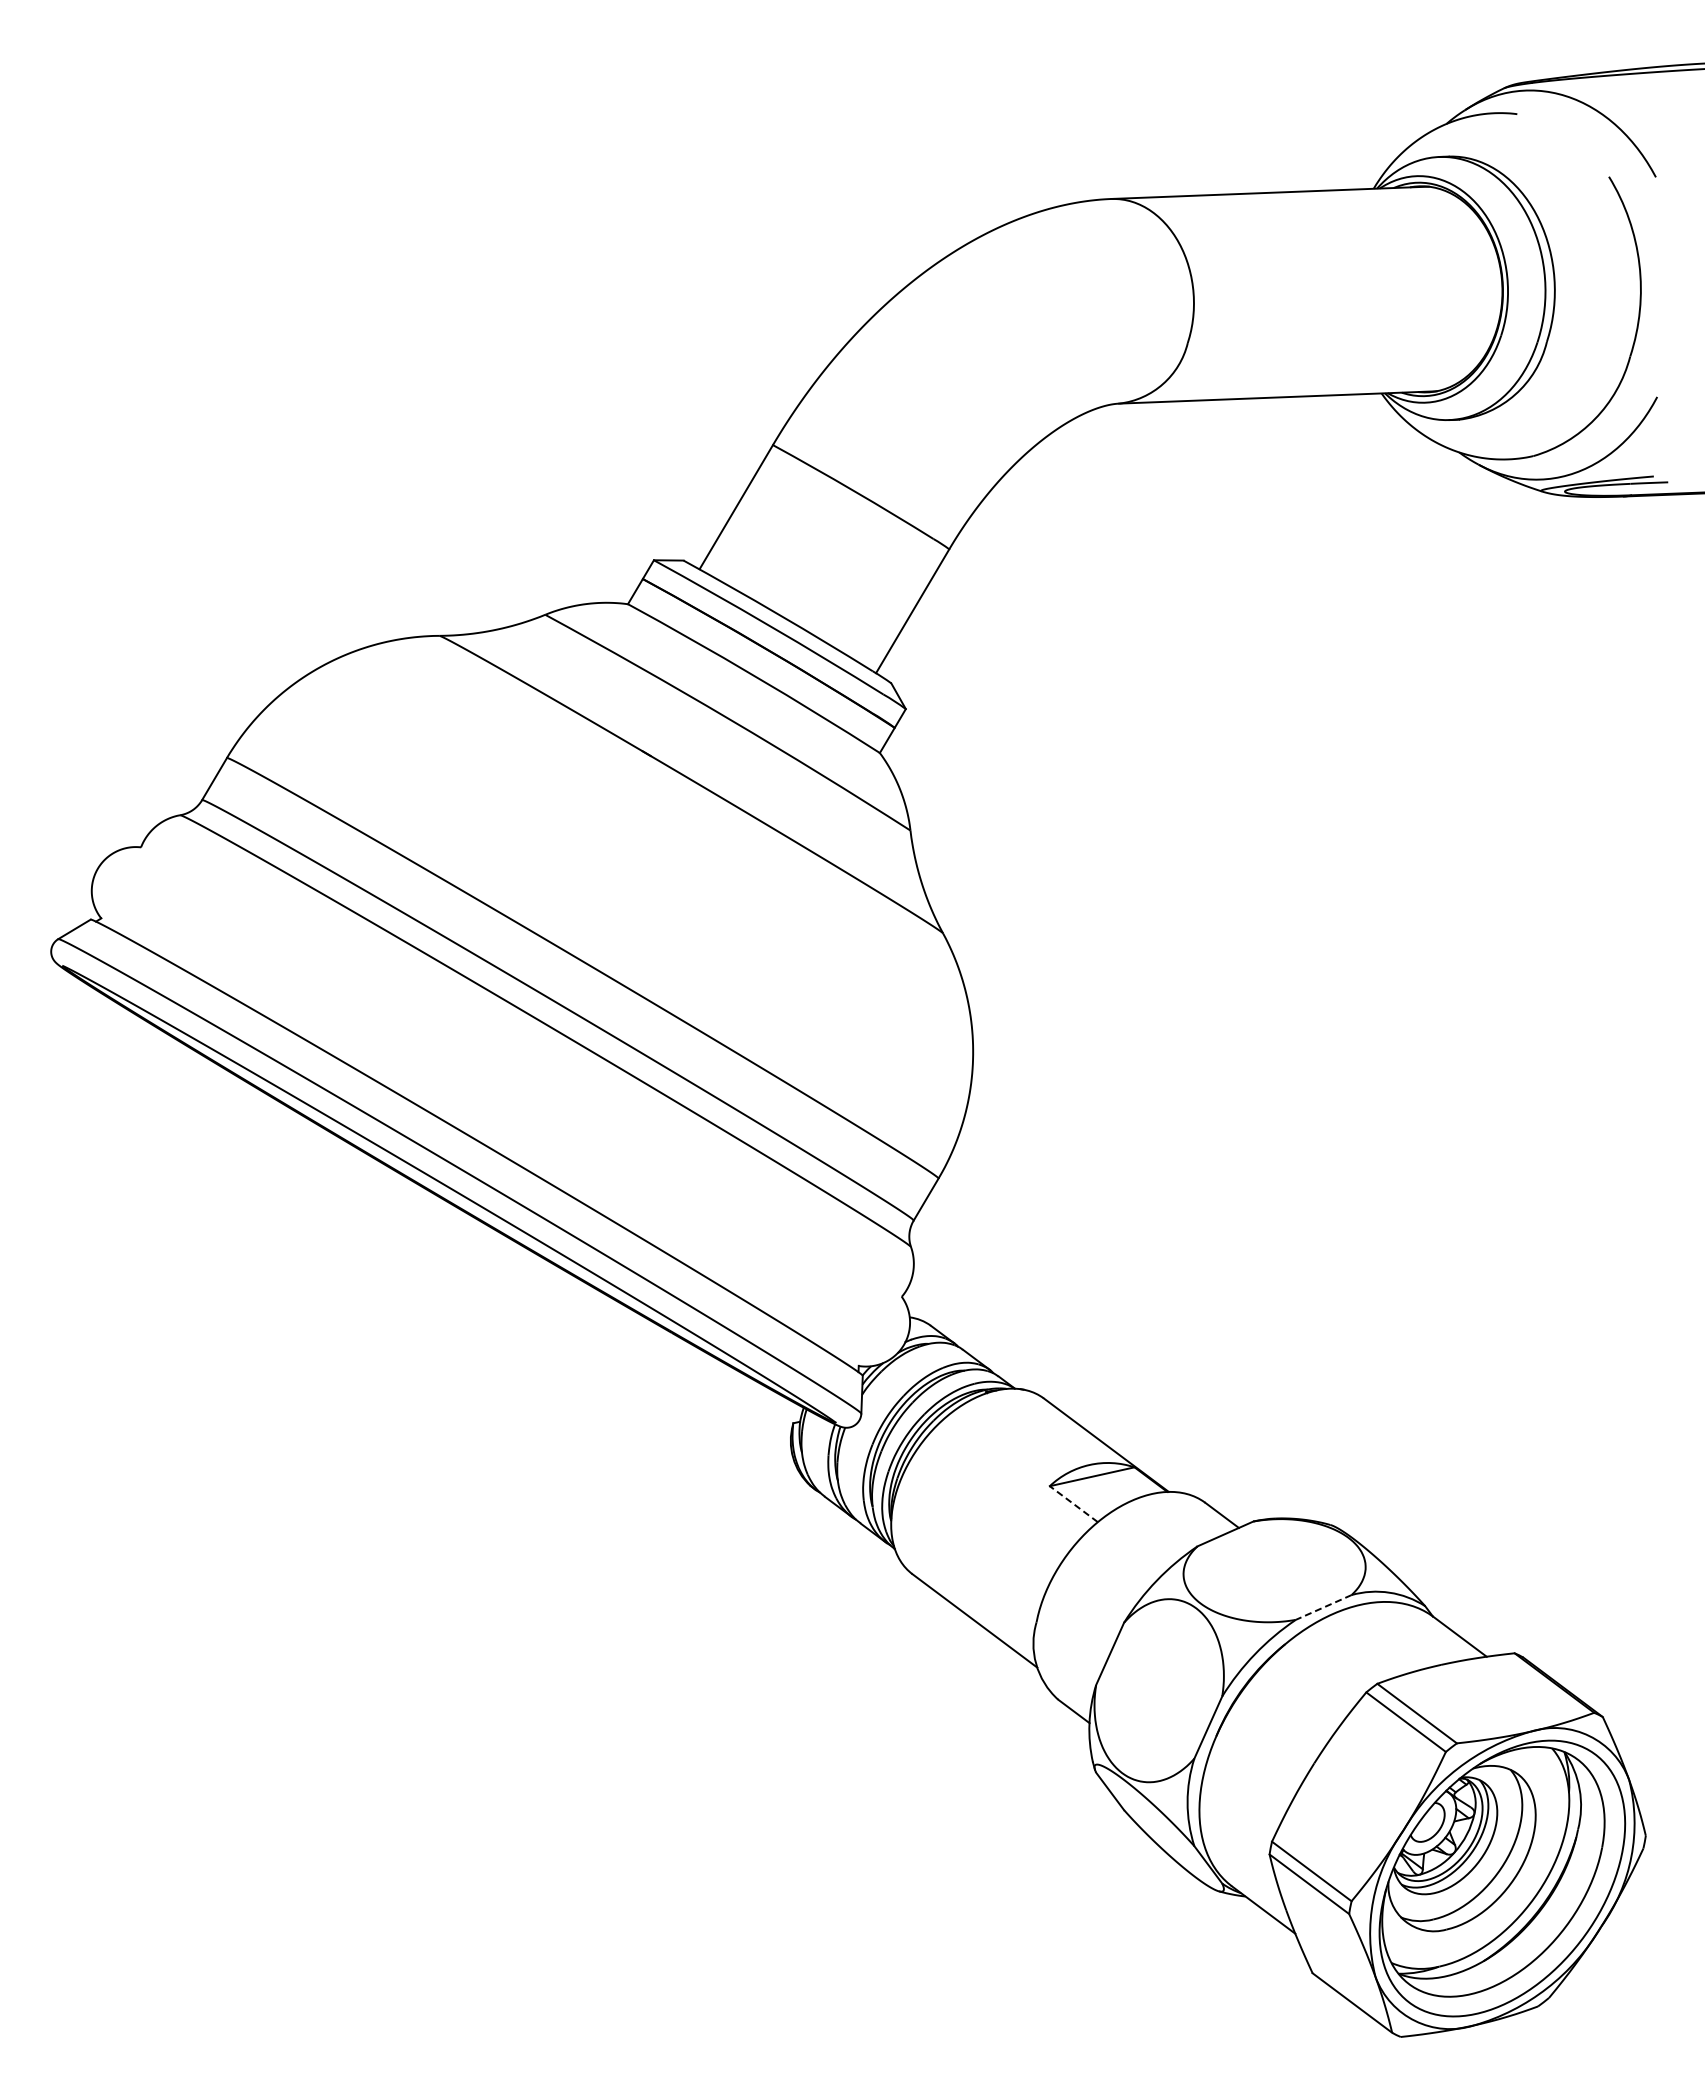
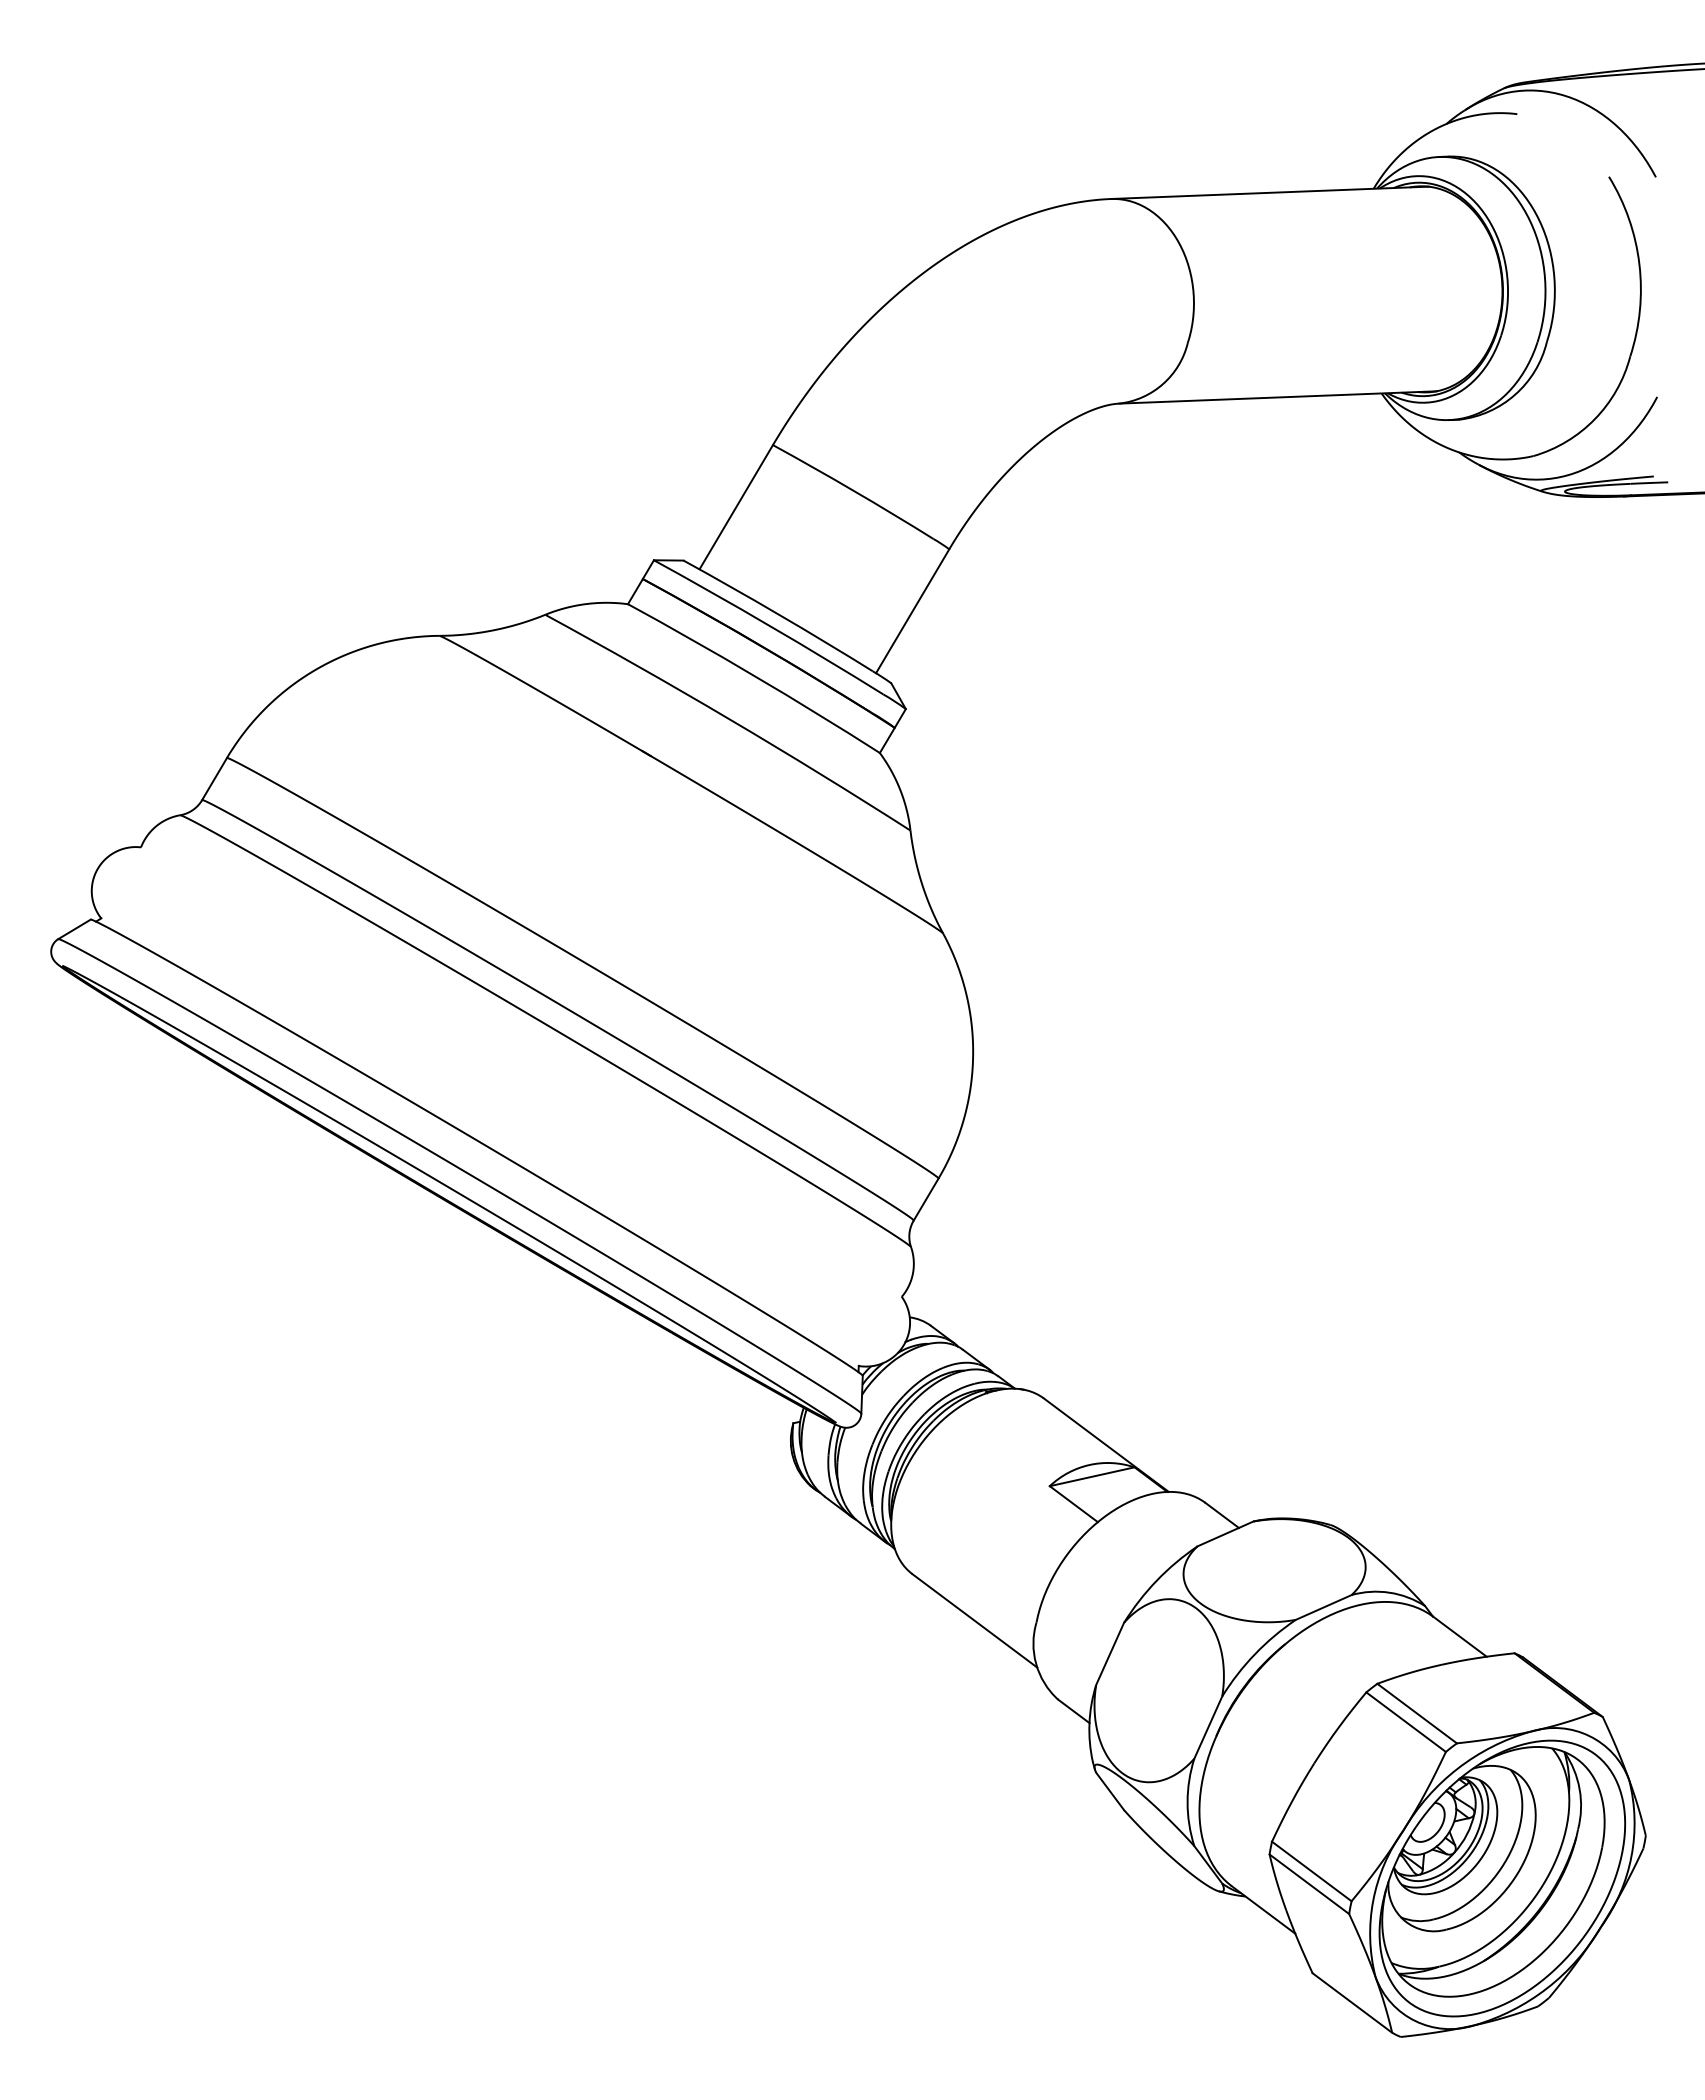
line at (1073, 1504): dashed -> solid
line at (1323, 1607): dashed -> solid
